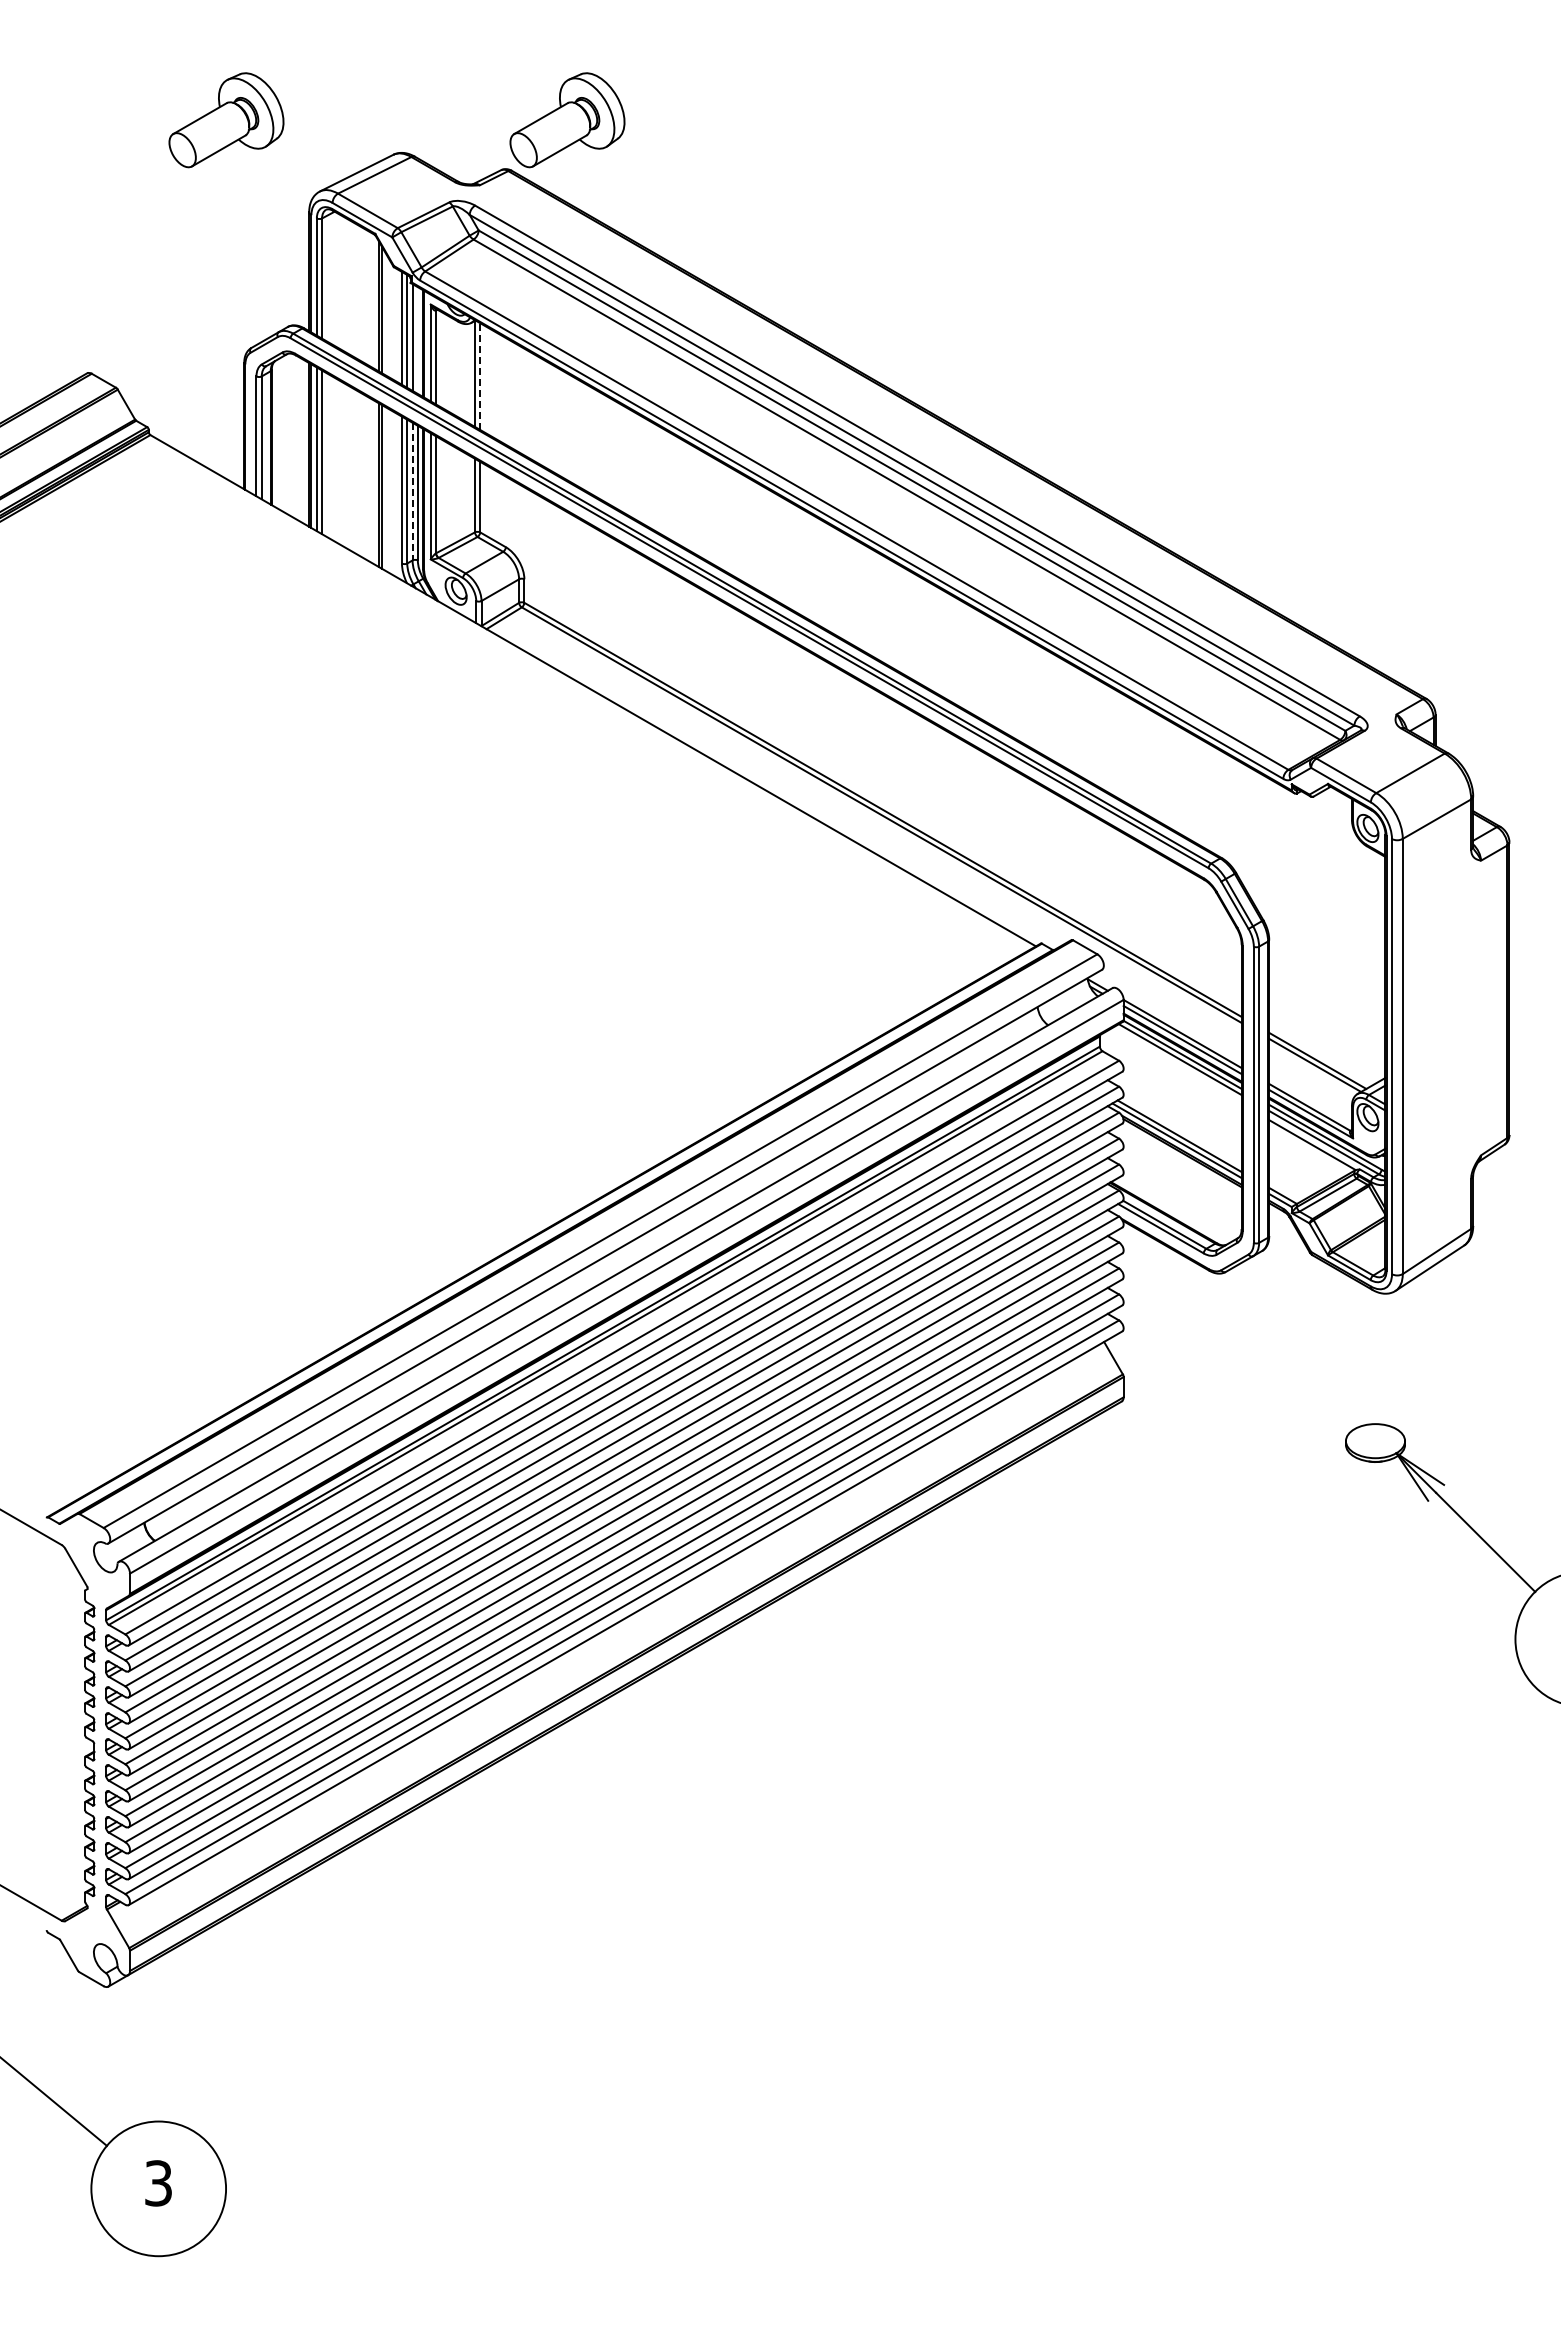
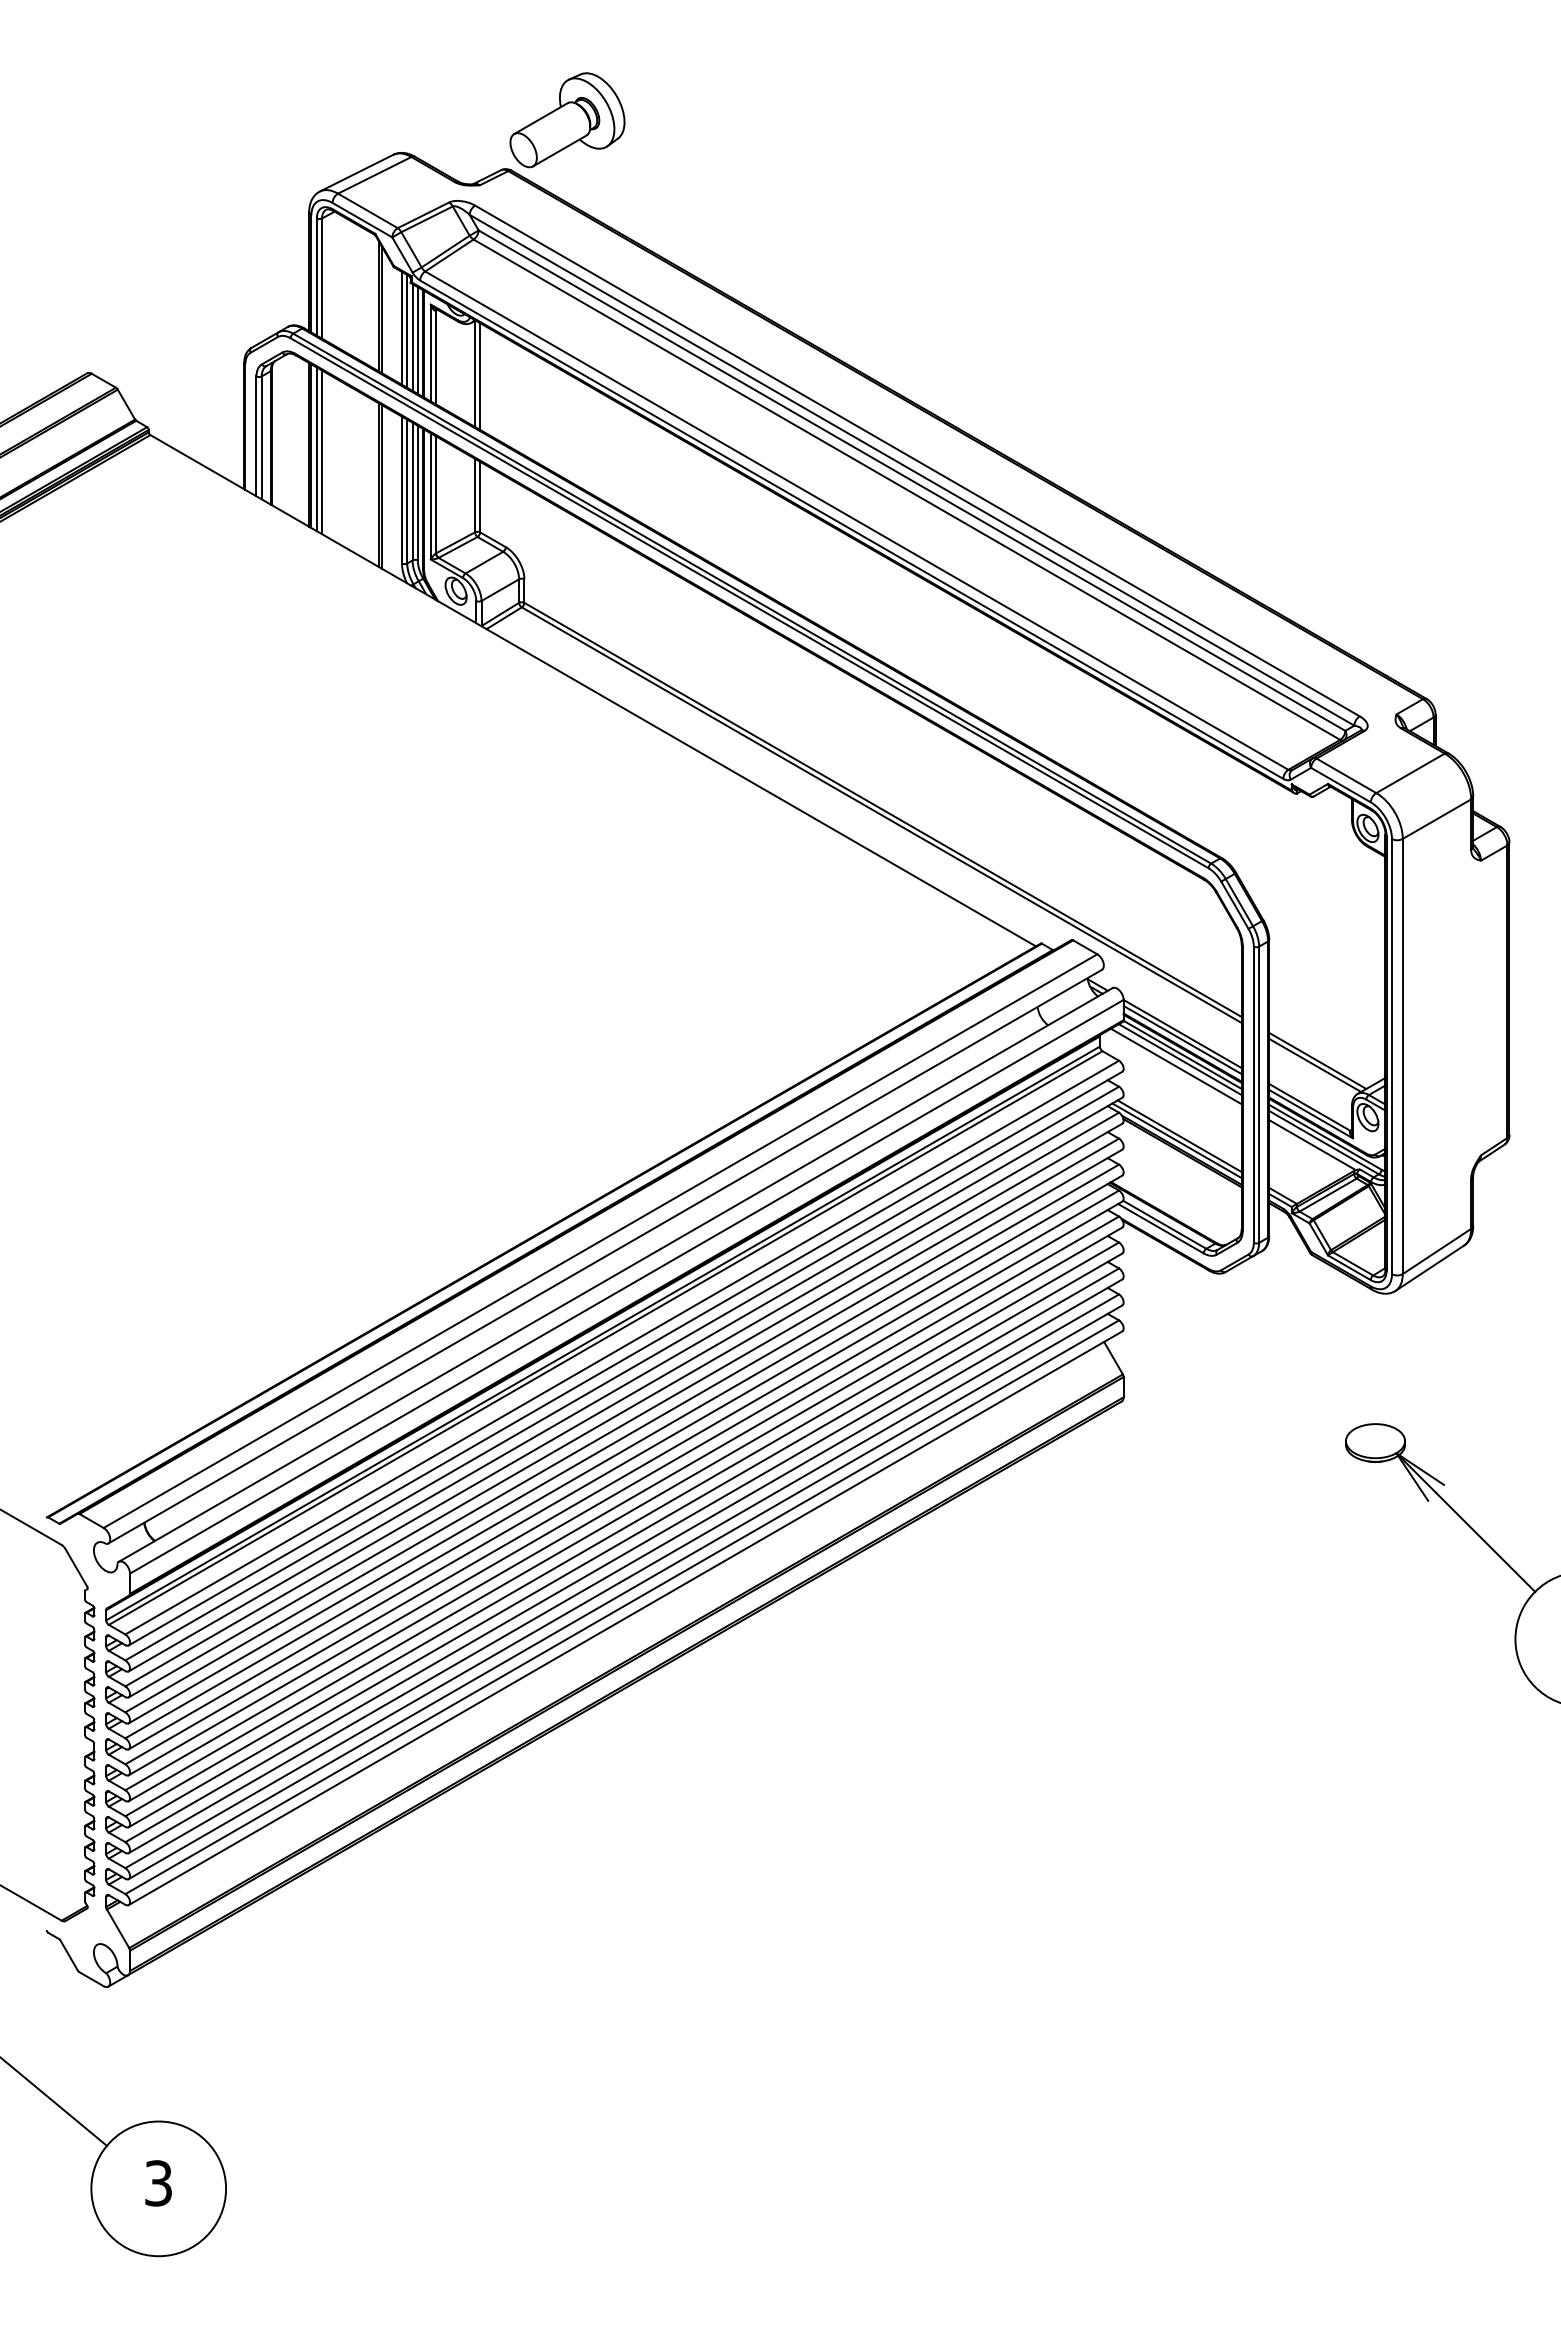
part at (226, 120): present -> none
line at (417, 340): none -> present
line at (480, 376): dashed -> solid
line at (412, 491): dashed -> solid
line at (1175, 1066): none -> present
